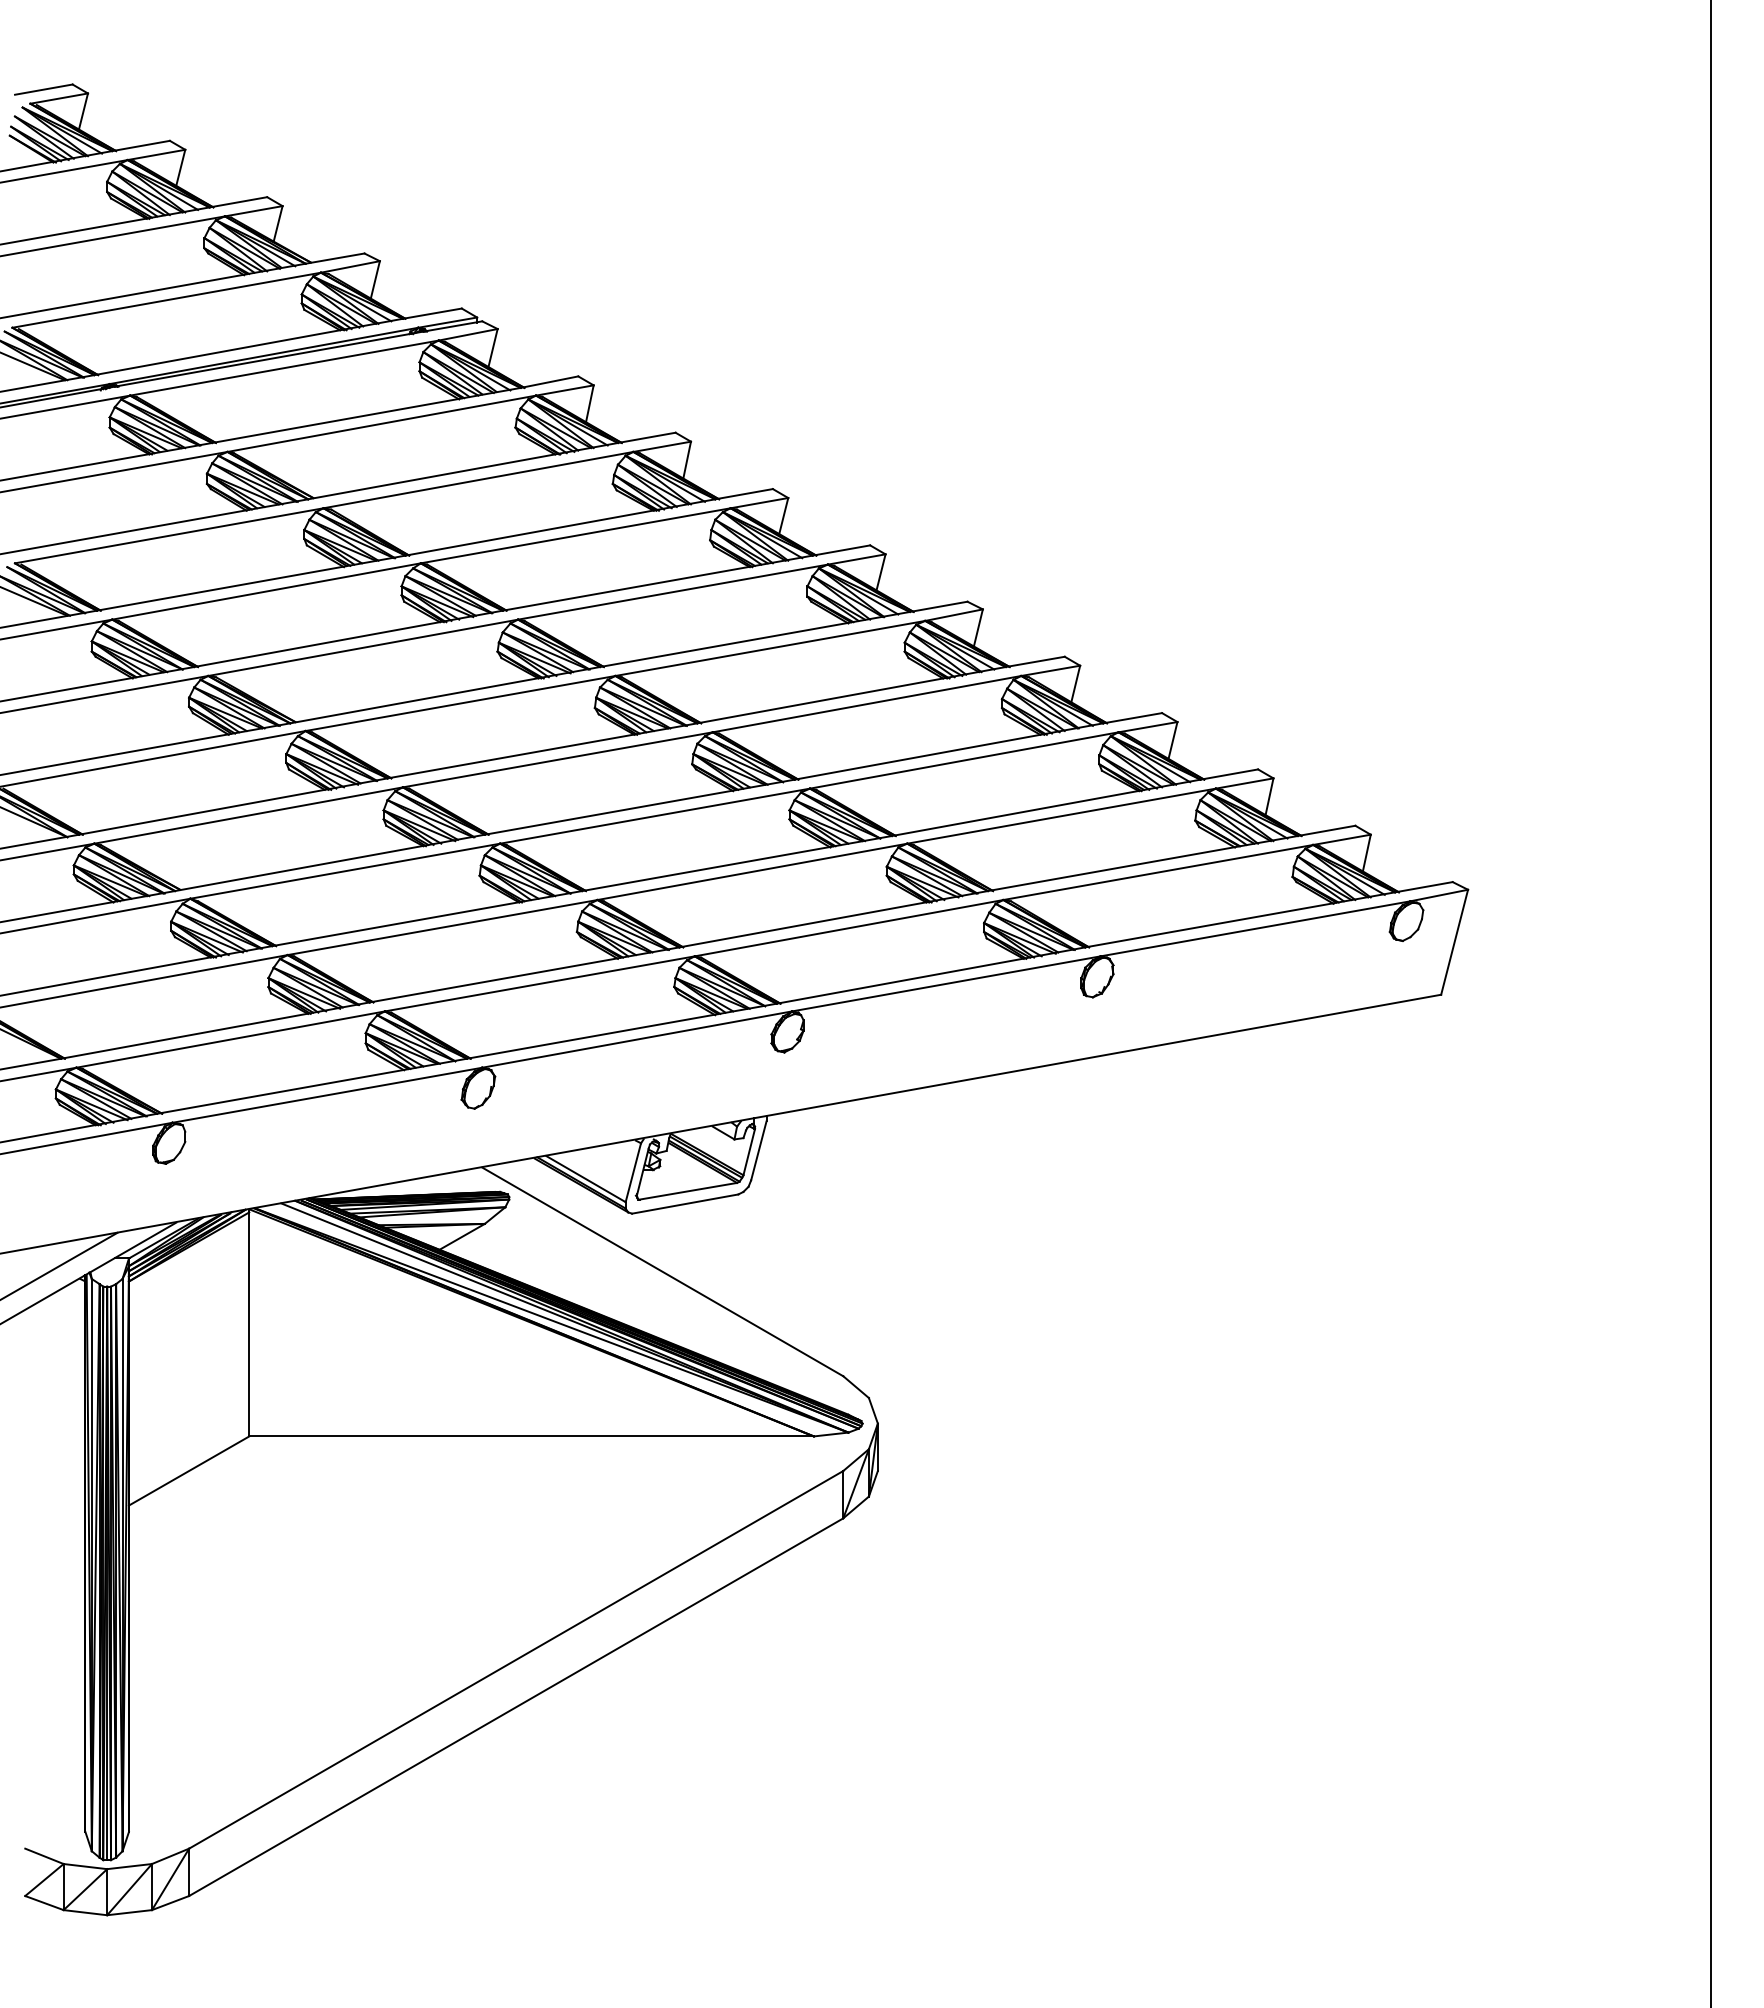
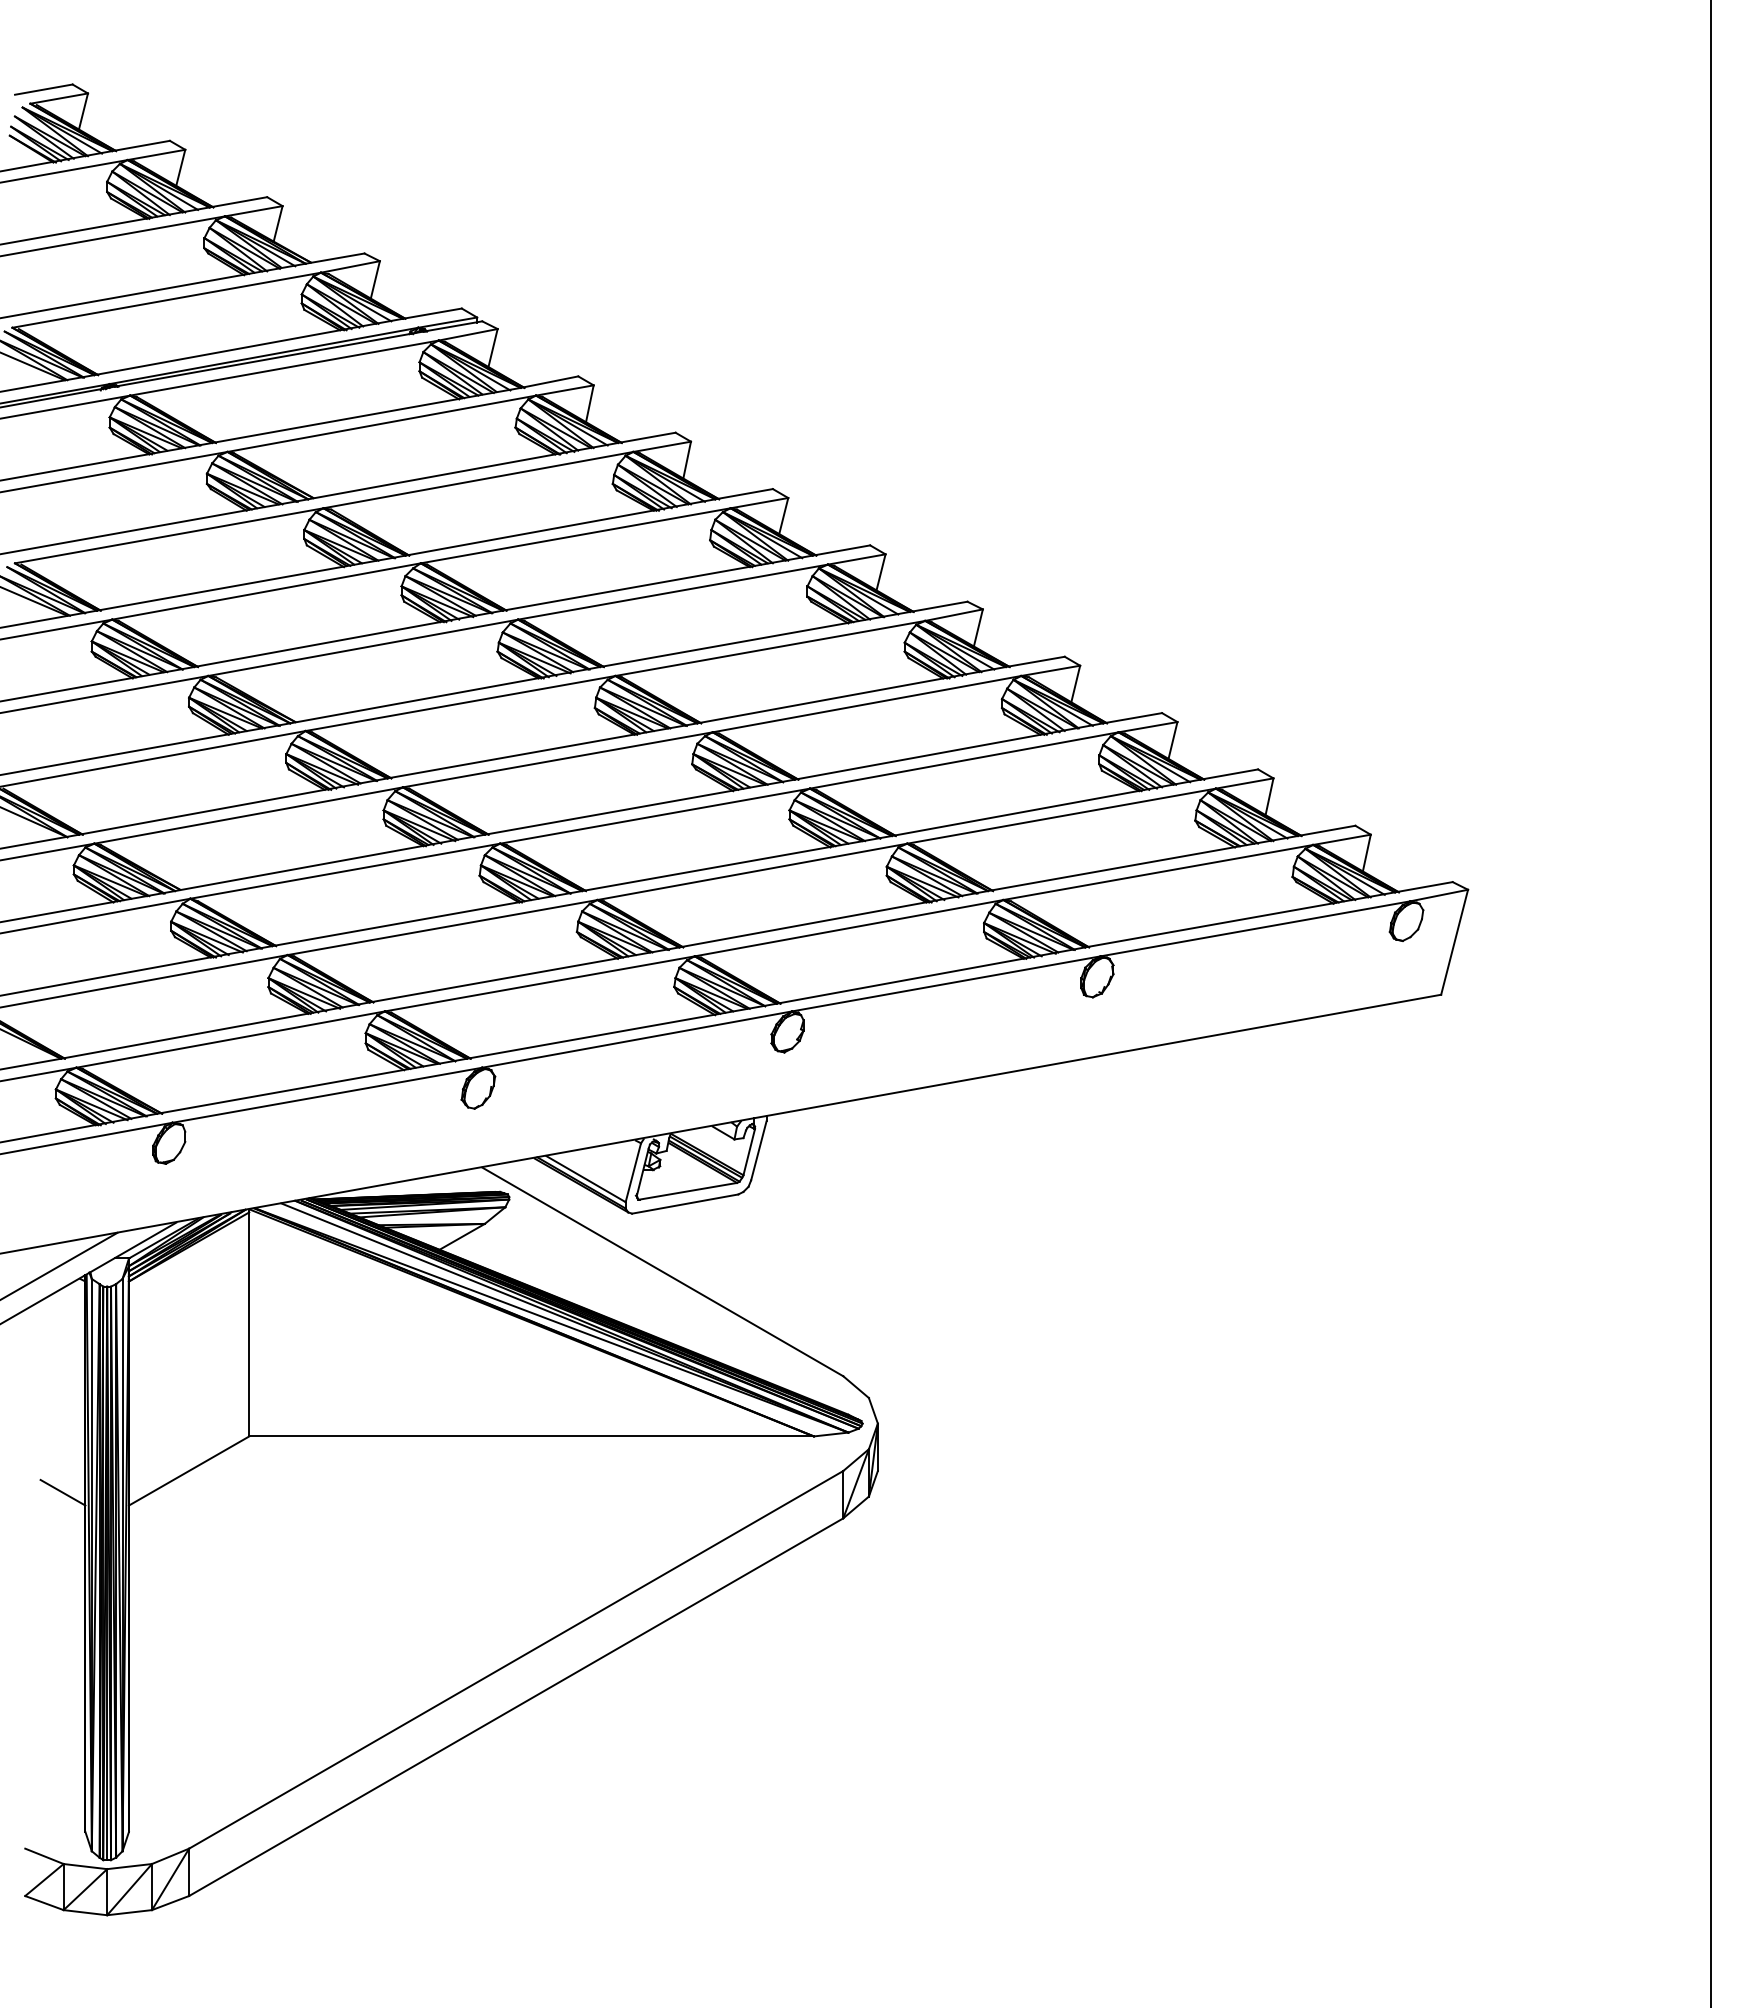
line at (62, 1492): none -> present
